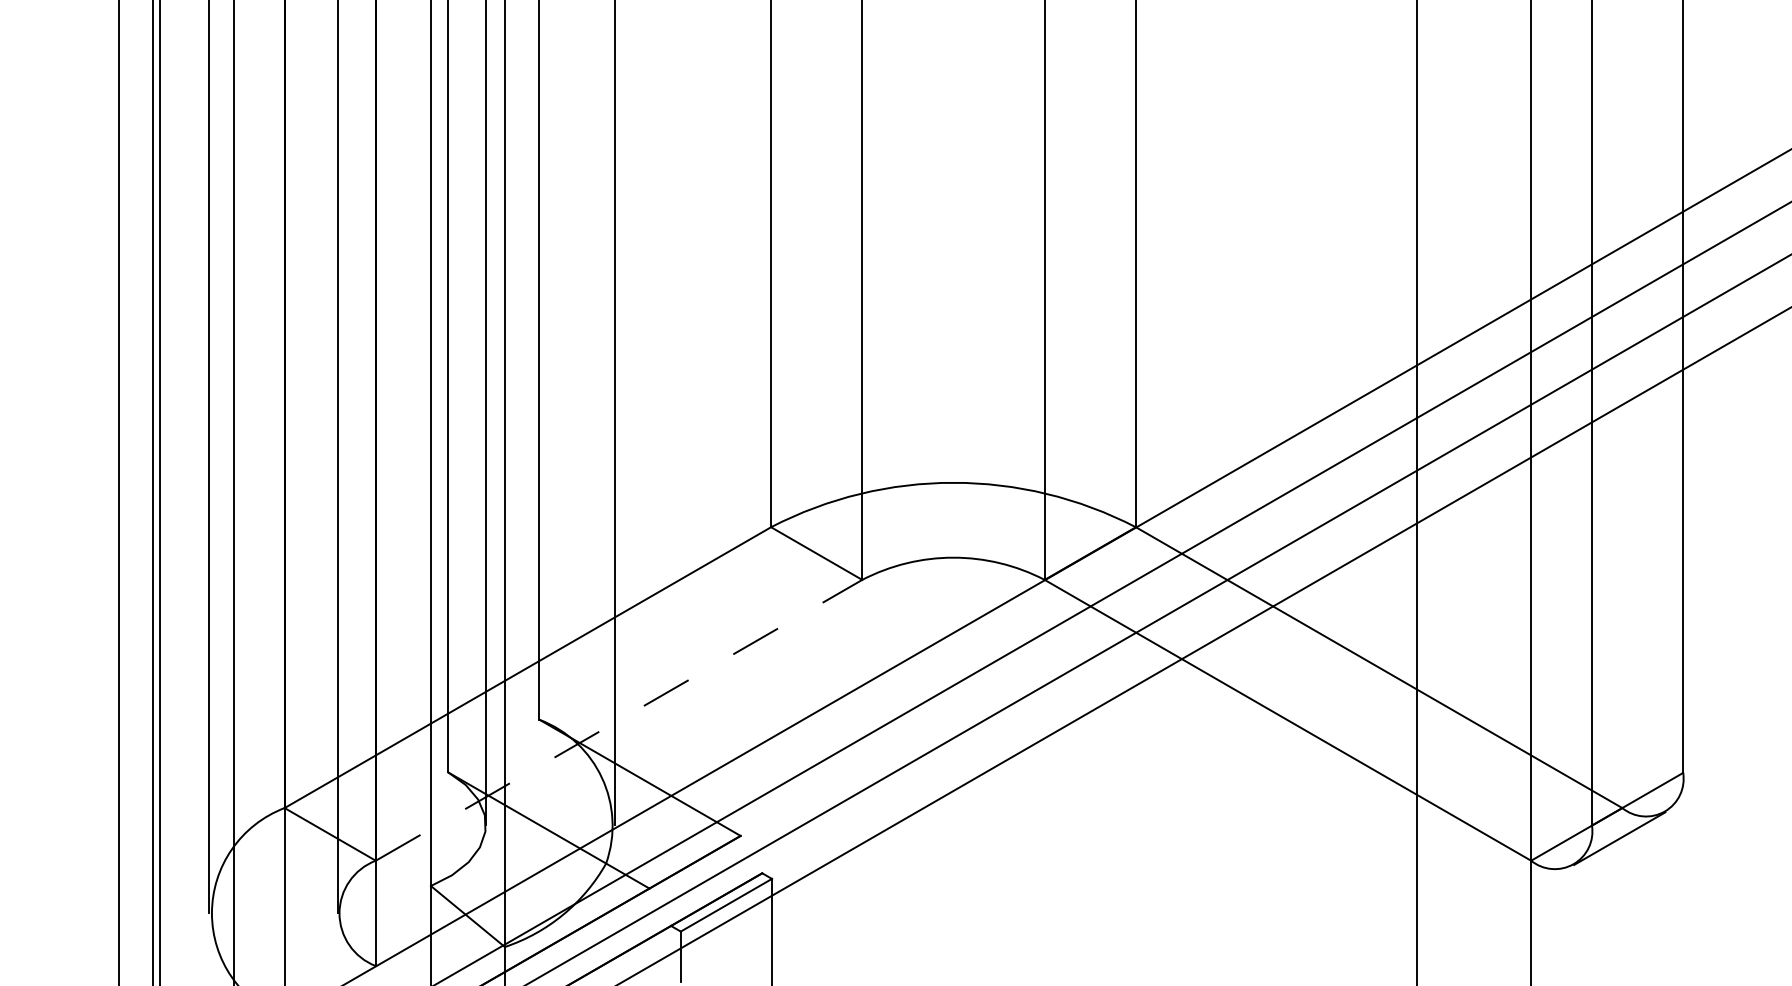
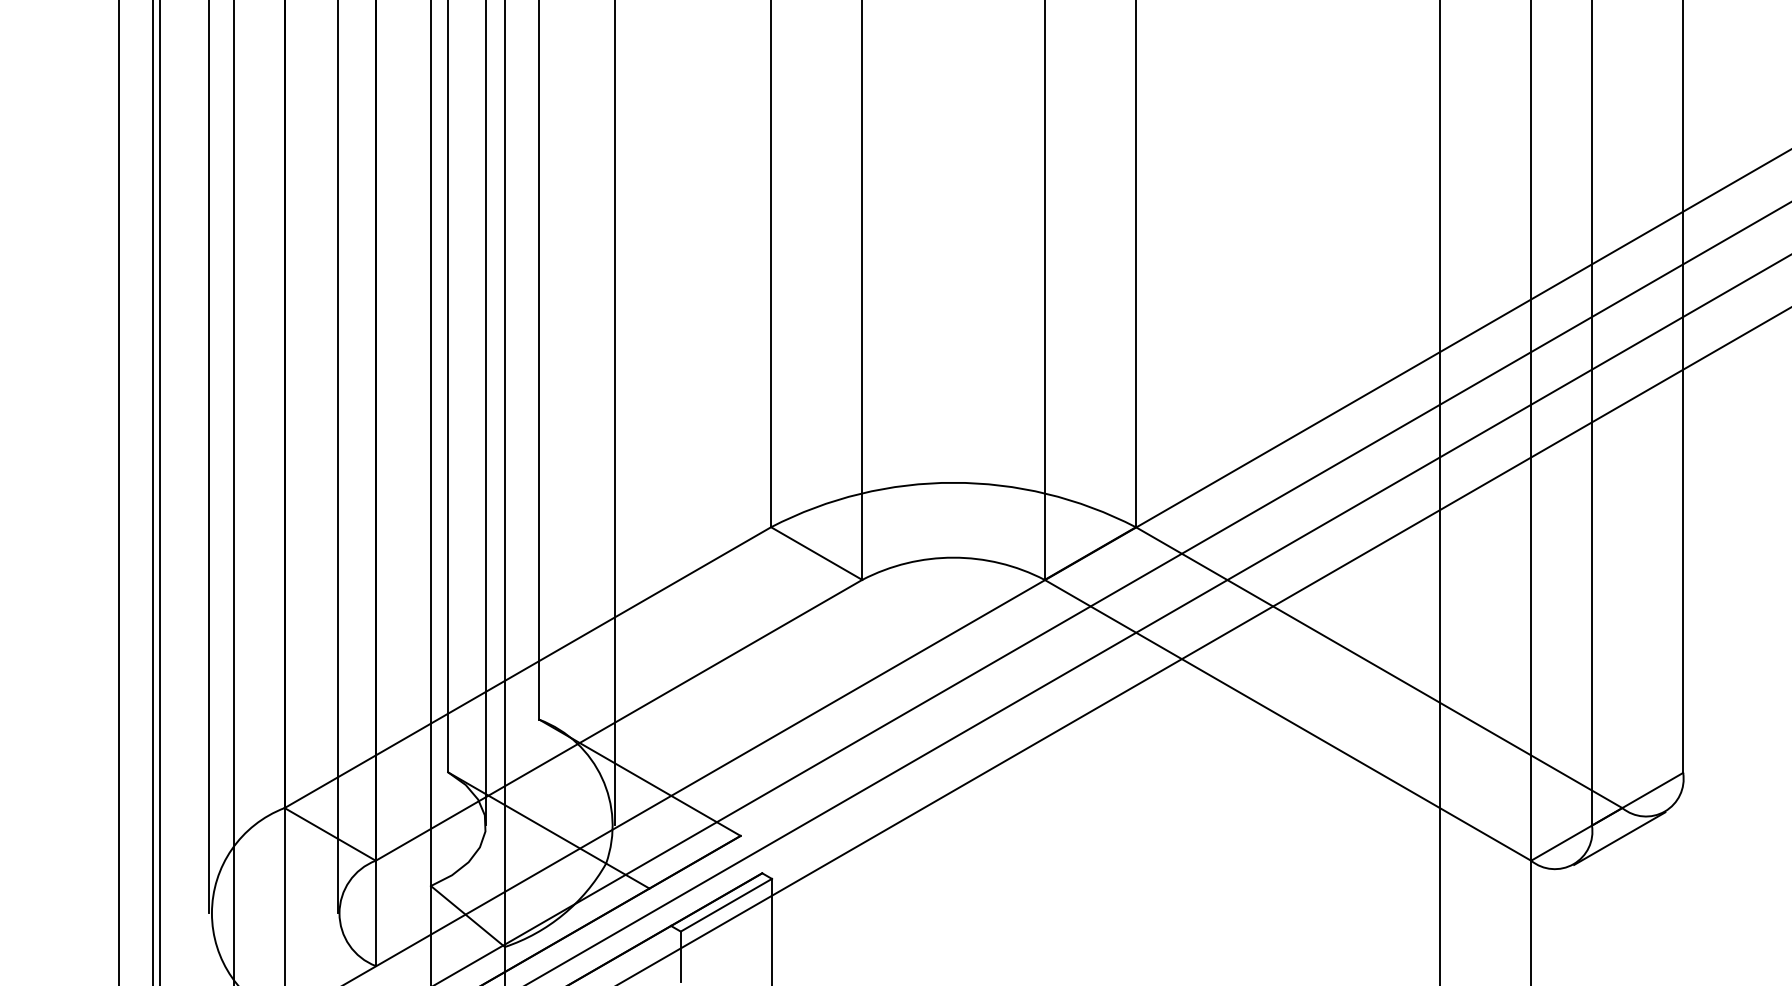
line at (1416, 492) position: (1416, 492) -> (1439, 492)
line at (619, 720): dashed -> solid
